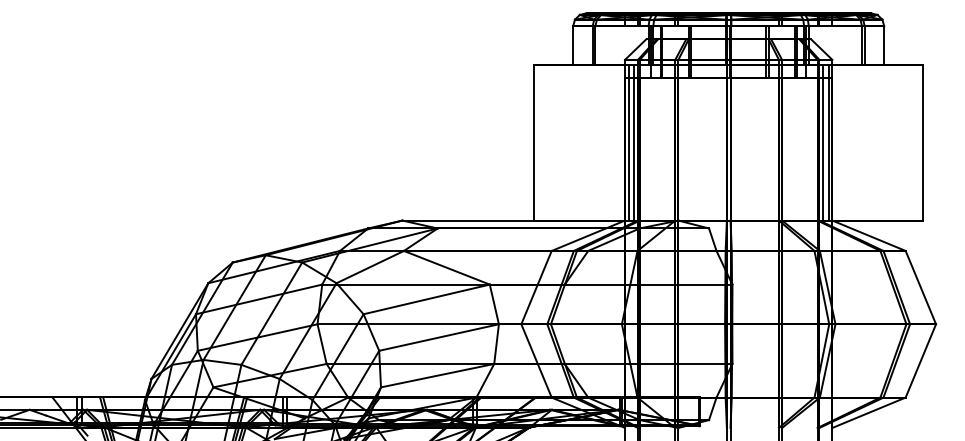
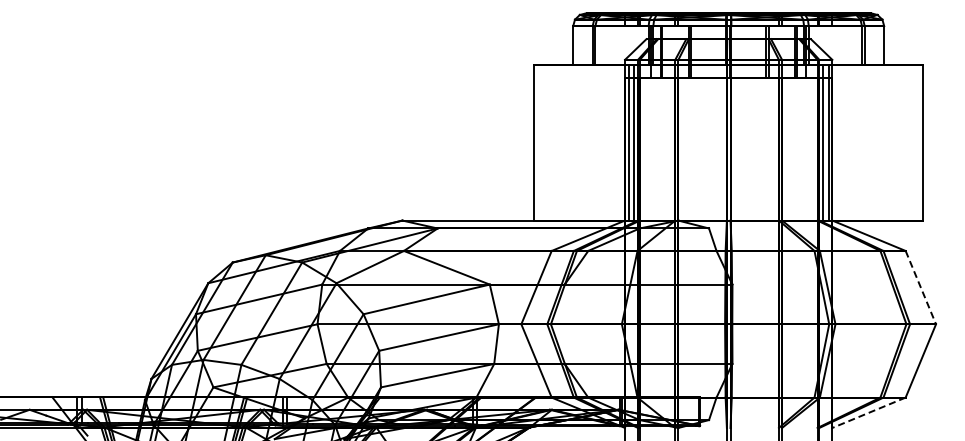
line at (920, 287): solid -> dashed
line at (869, 412): solid -> dashed
